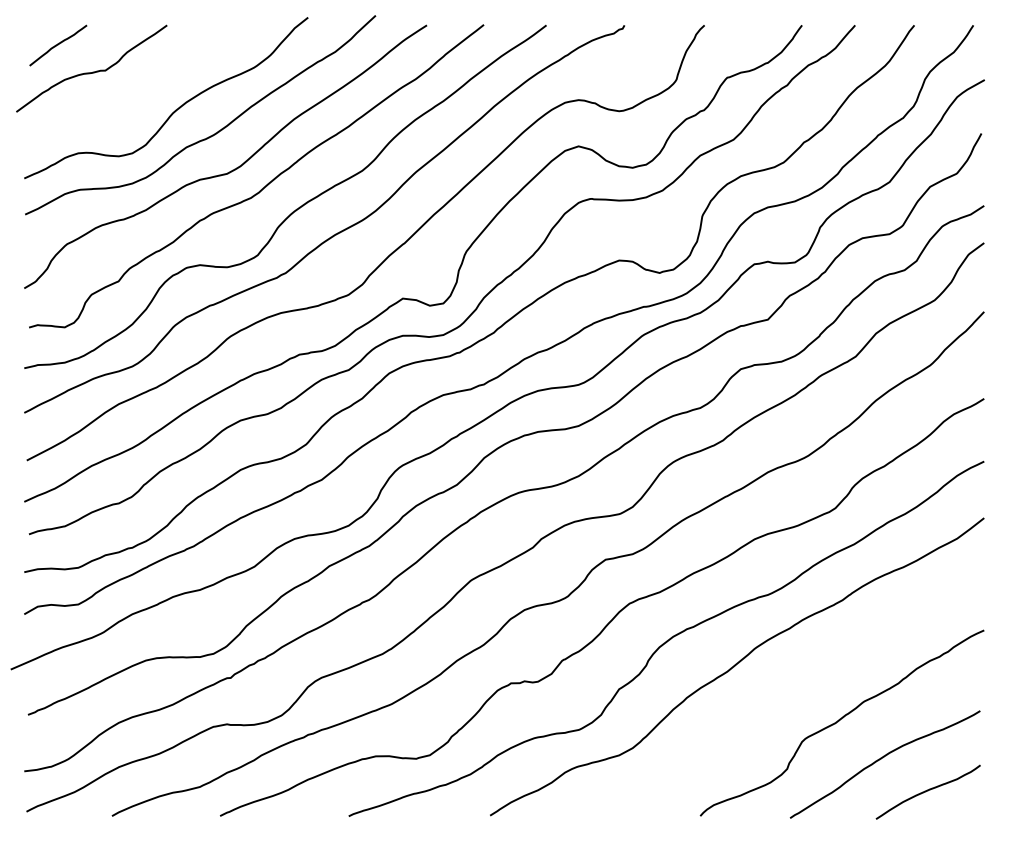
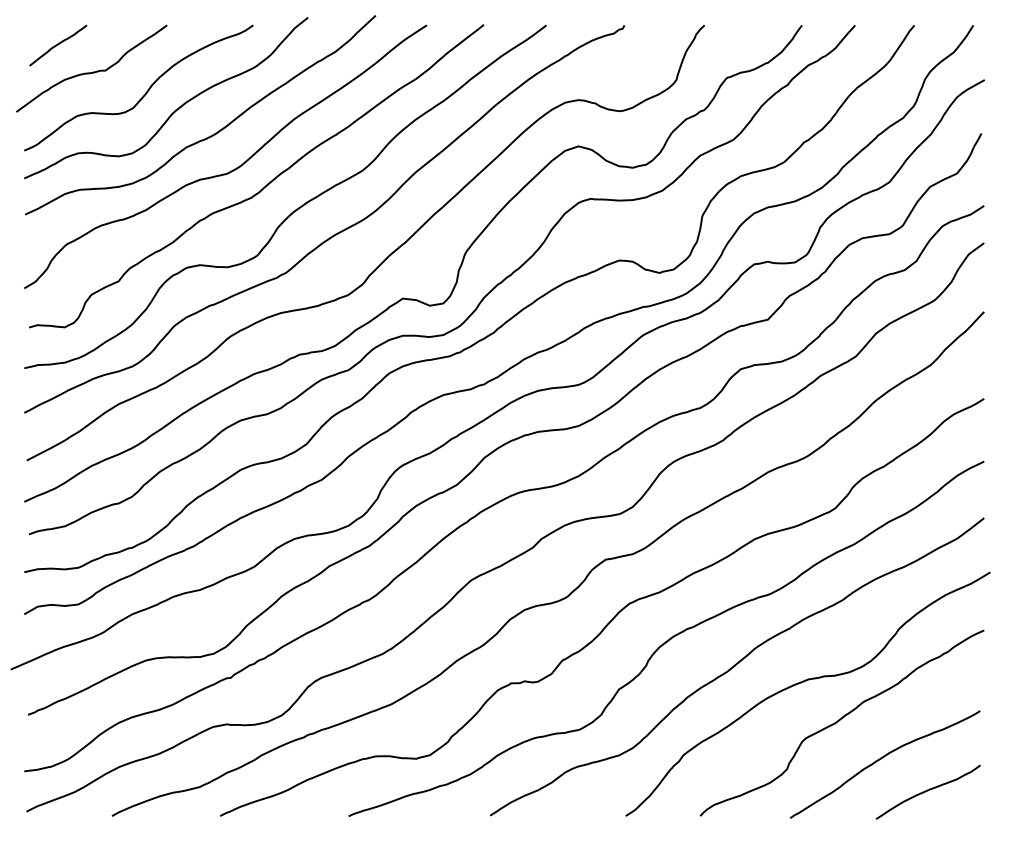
curve at (144, 93): none -> present
curve at (804, 682): none -> present
